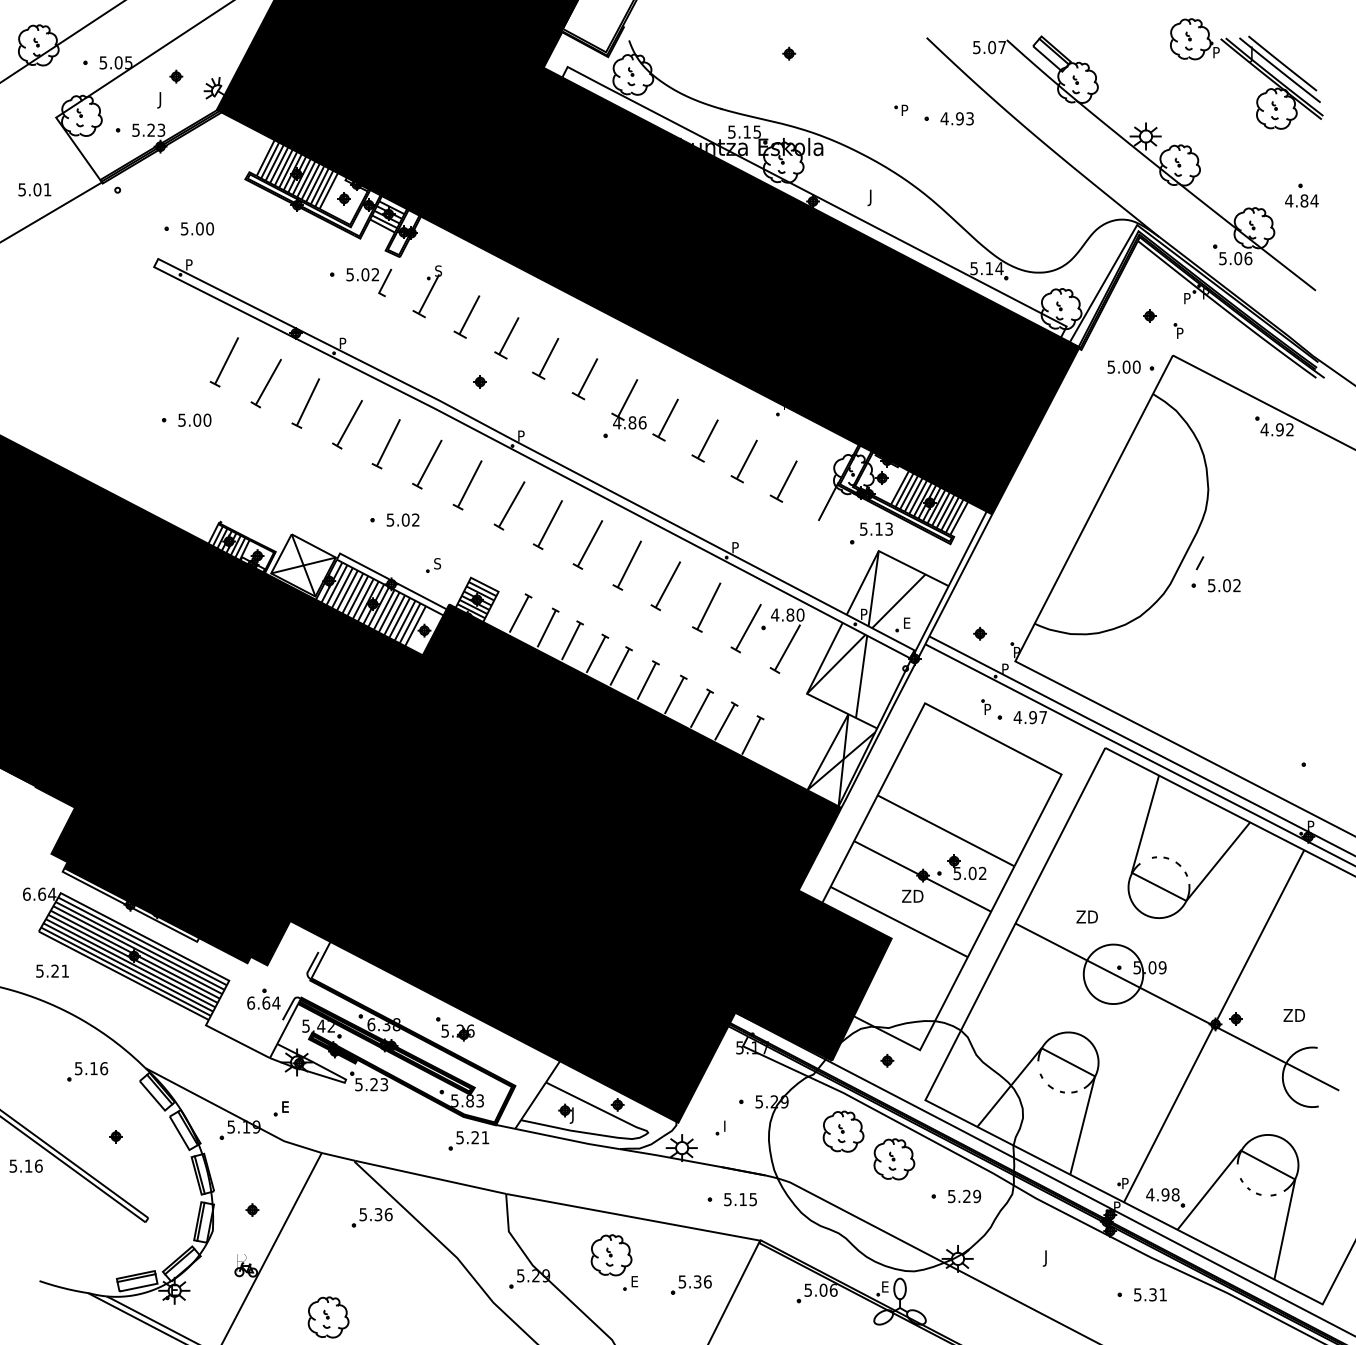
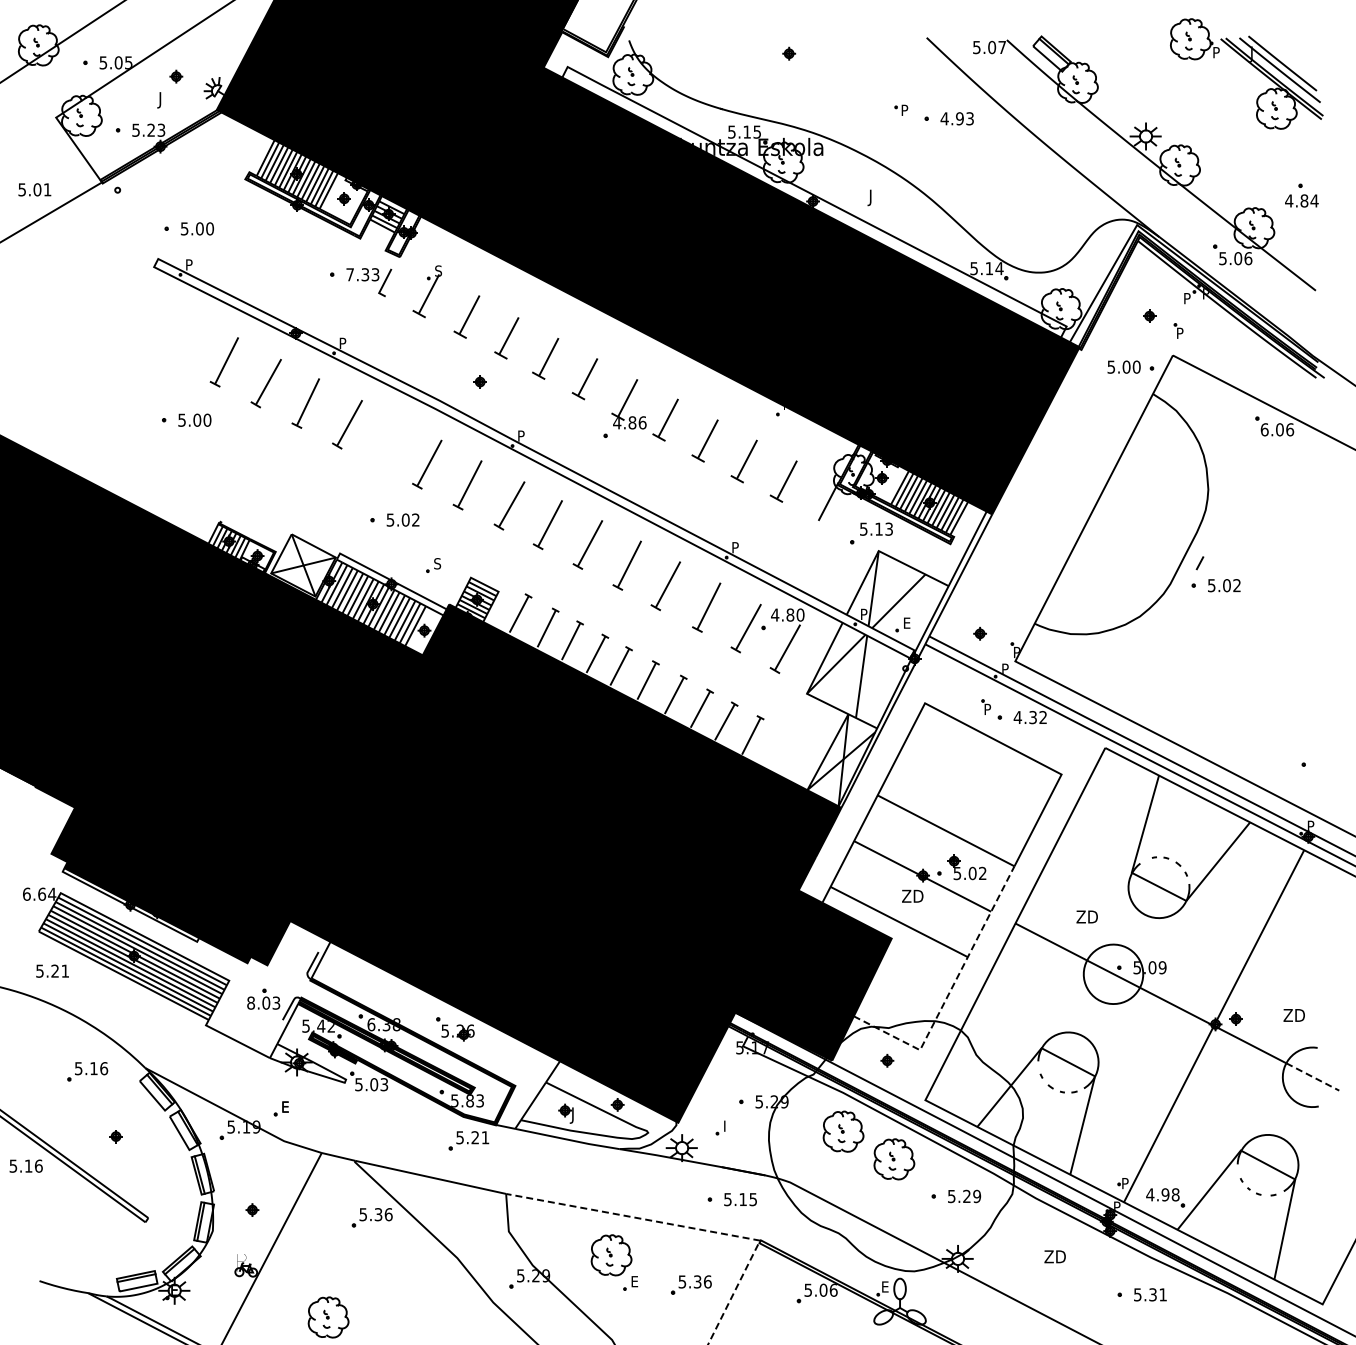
text at (362, 274): 5.02 -> 7.33
text at (1277, 429): 4.92 -> 6.06
part at (385, 444): present -> none
text at (1037, 717): 4.97 -> 4.32
line at (950, 990): solid -> dashed
text at (263, 1002): 6.64 -> 8.03
line at (1312, 1076): solid -> dashed
text at (374, 1084): 5.23 -> 5.03
line at (690, 1227): solid -> dashed
text at (1053, 1258): J -> ZD
